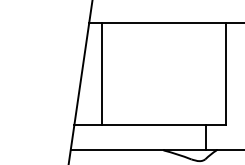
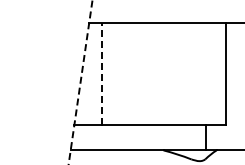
line at (102, 73): solid -> dashed
line at (80, 82): solid -> dashed
